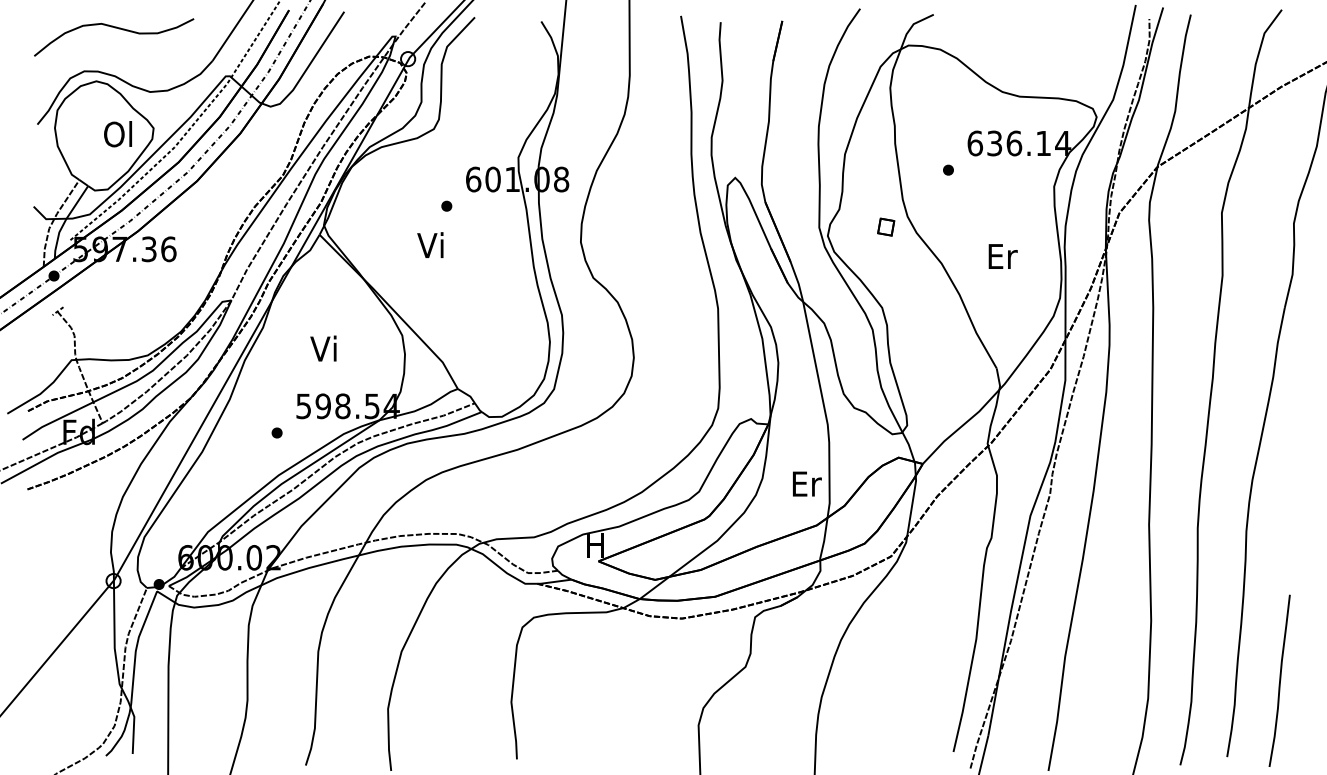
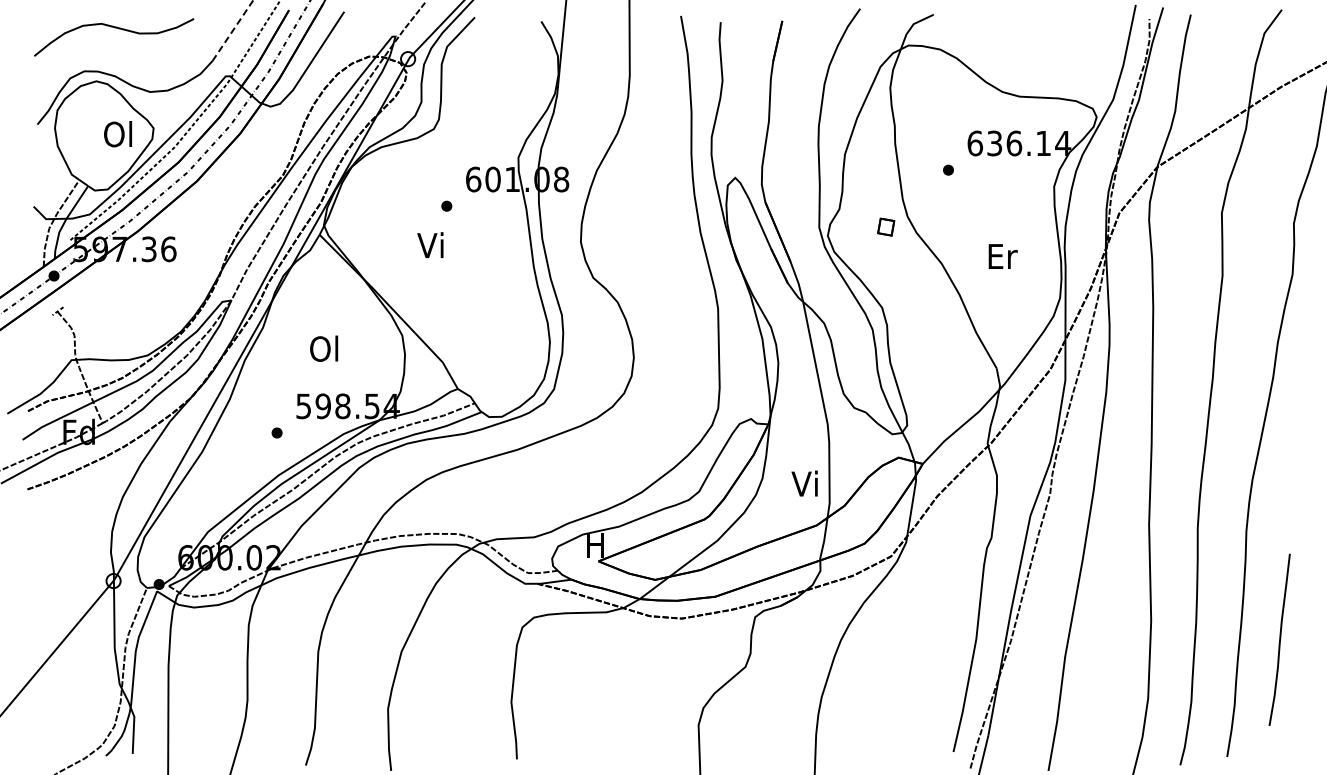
line at (233, 30): solid -> dashed
text at (324, 348): Vi -> Ol
text at (806, 483): Er -> Vi
curve at (1279, 680) position: (1279, 680) -> (1279, 639)
